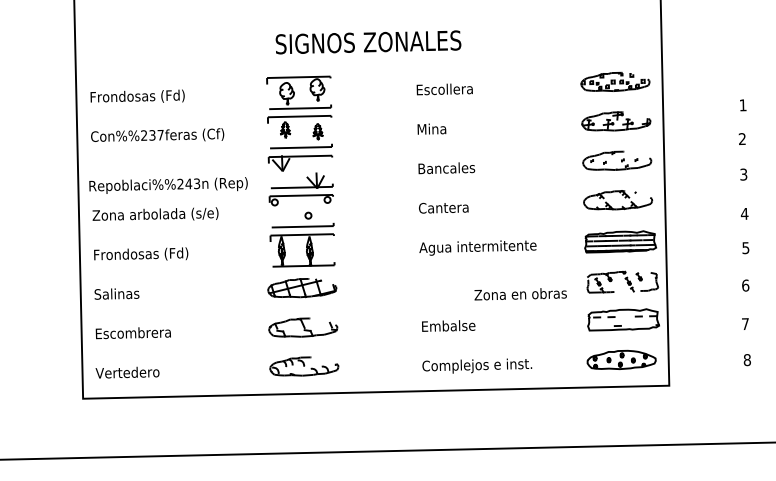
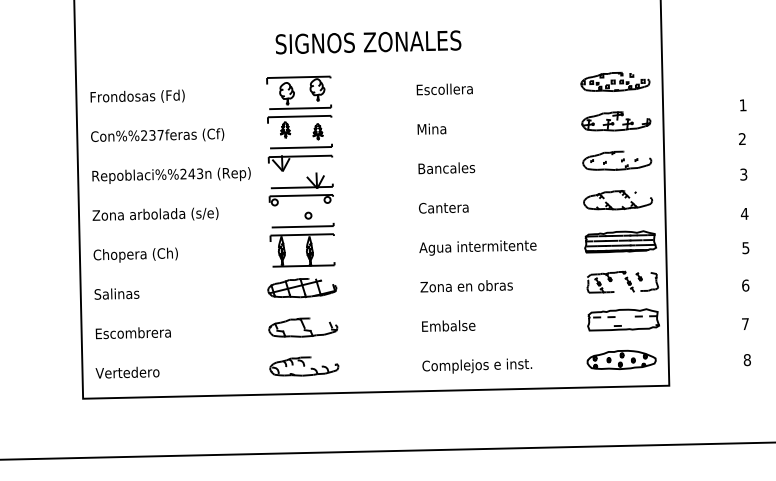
text at (168, 185) position: (168, 185) -> (171, 175)
text at (140, 254): Frondosas (Fd) -> Chopera (Ch)
text at (520, 294) position: (520, 294) -> (466, 286)
